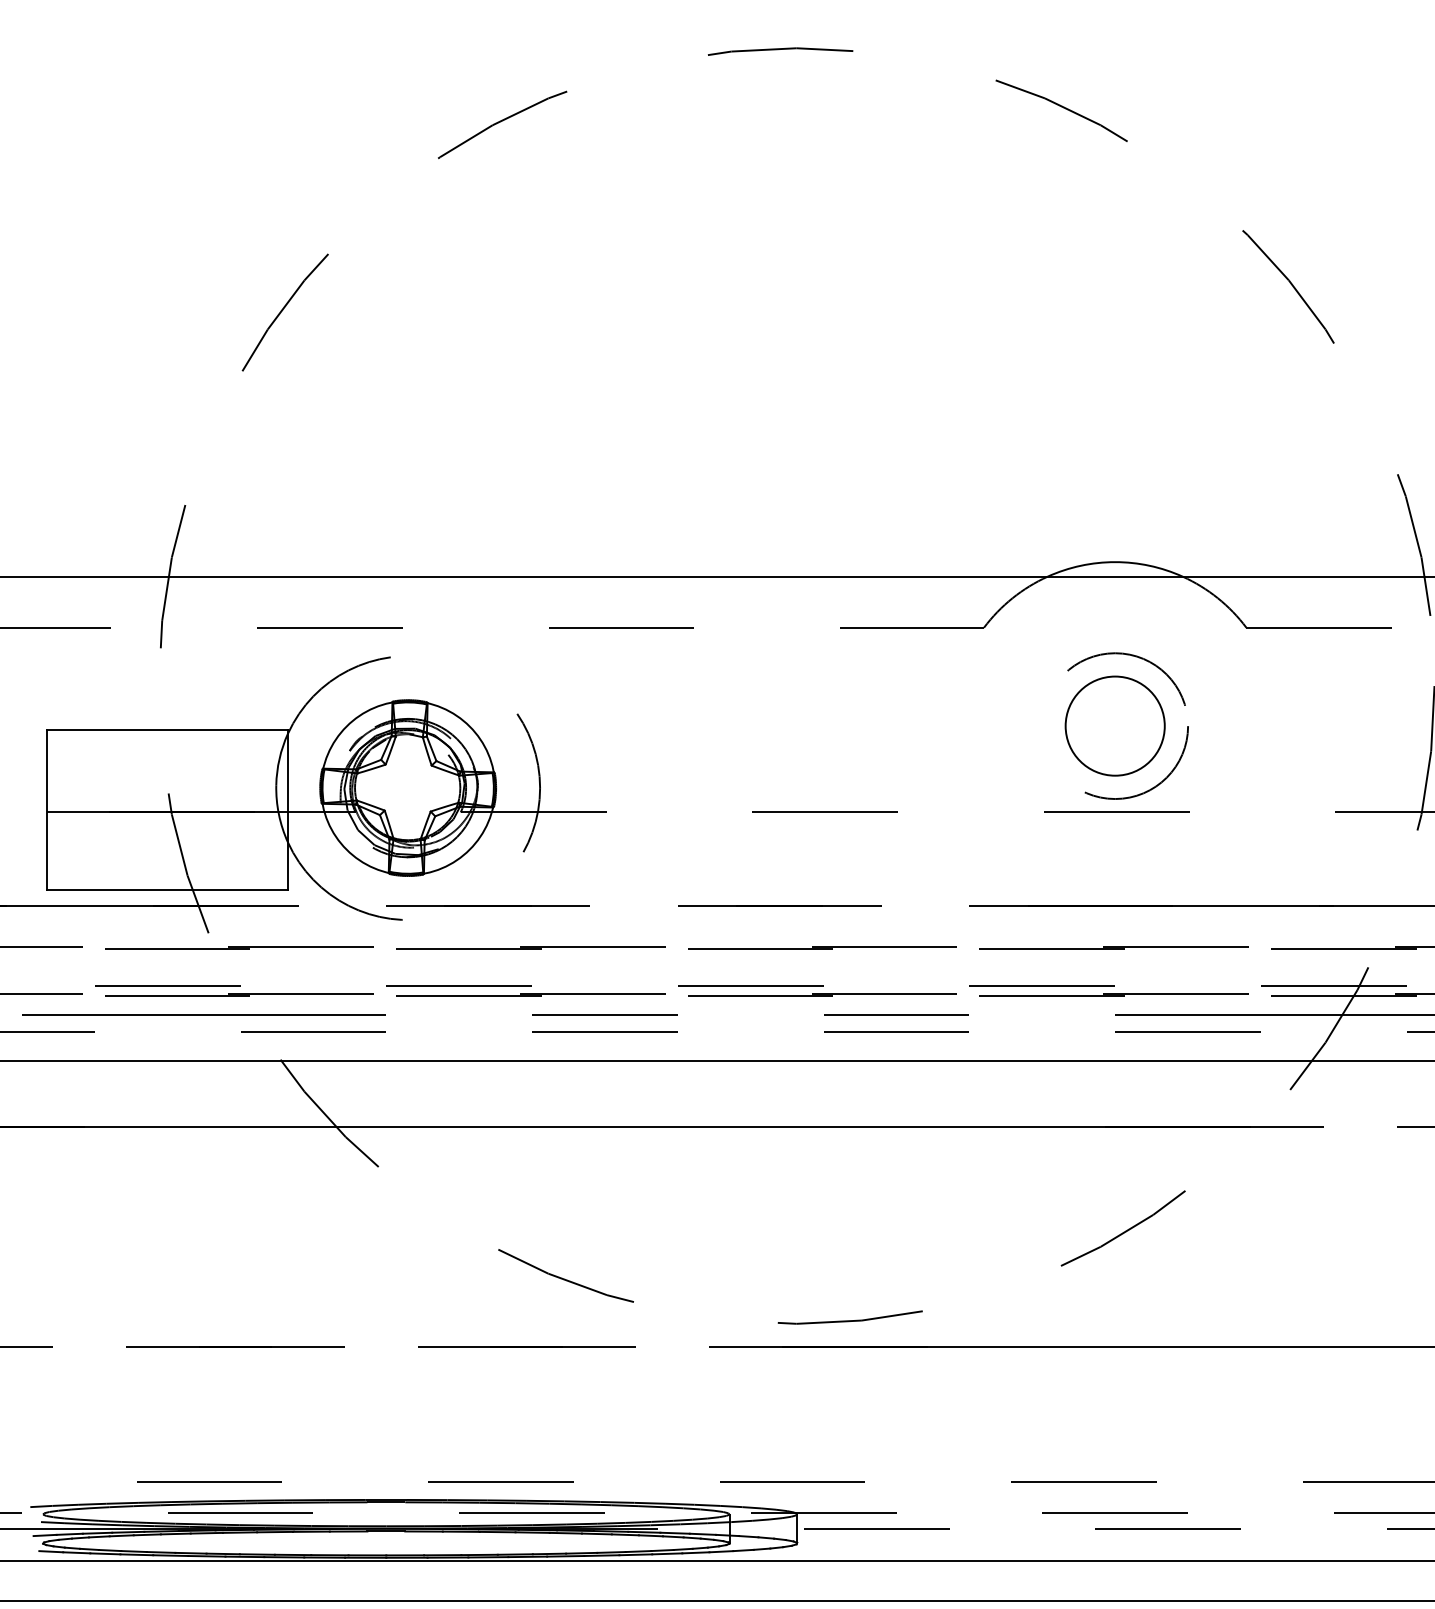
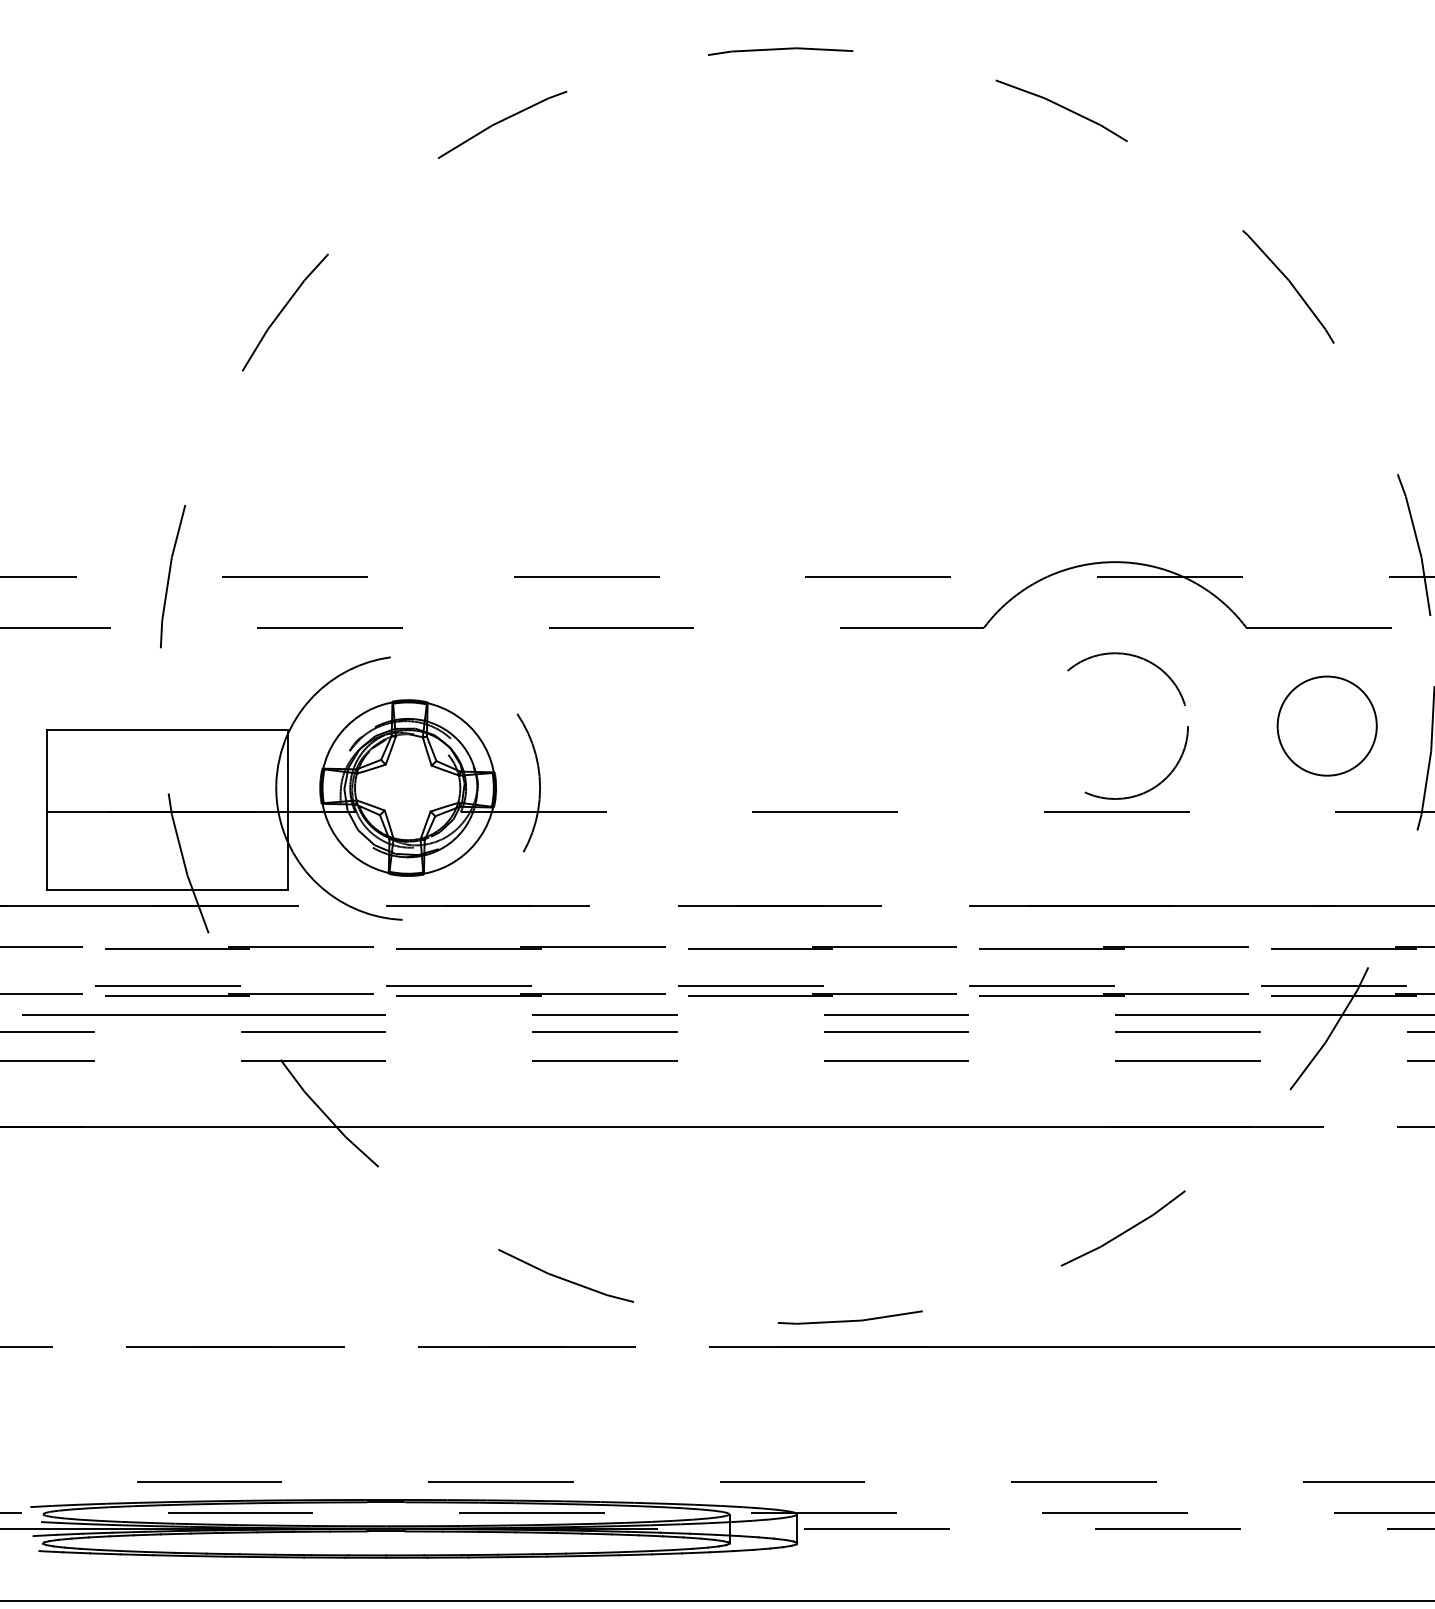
line at (717, 576): solid -> dashed
circle at (1114, 725) position: (1114, 725) -> (1326, 725)
line at (717, 1061): solid -> dashed
line at (716, 1560): present -> none
